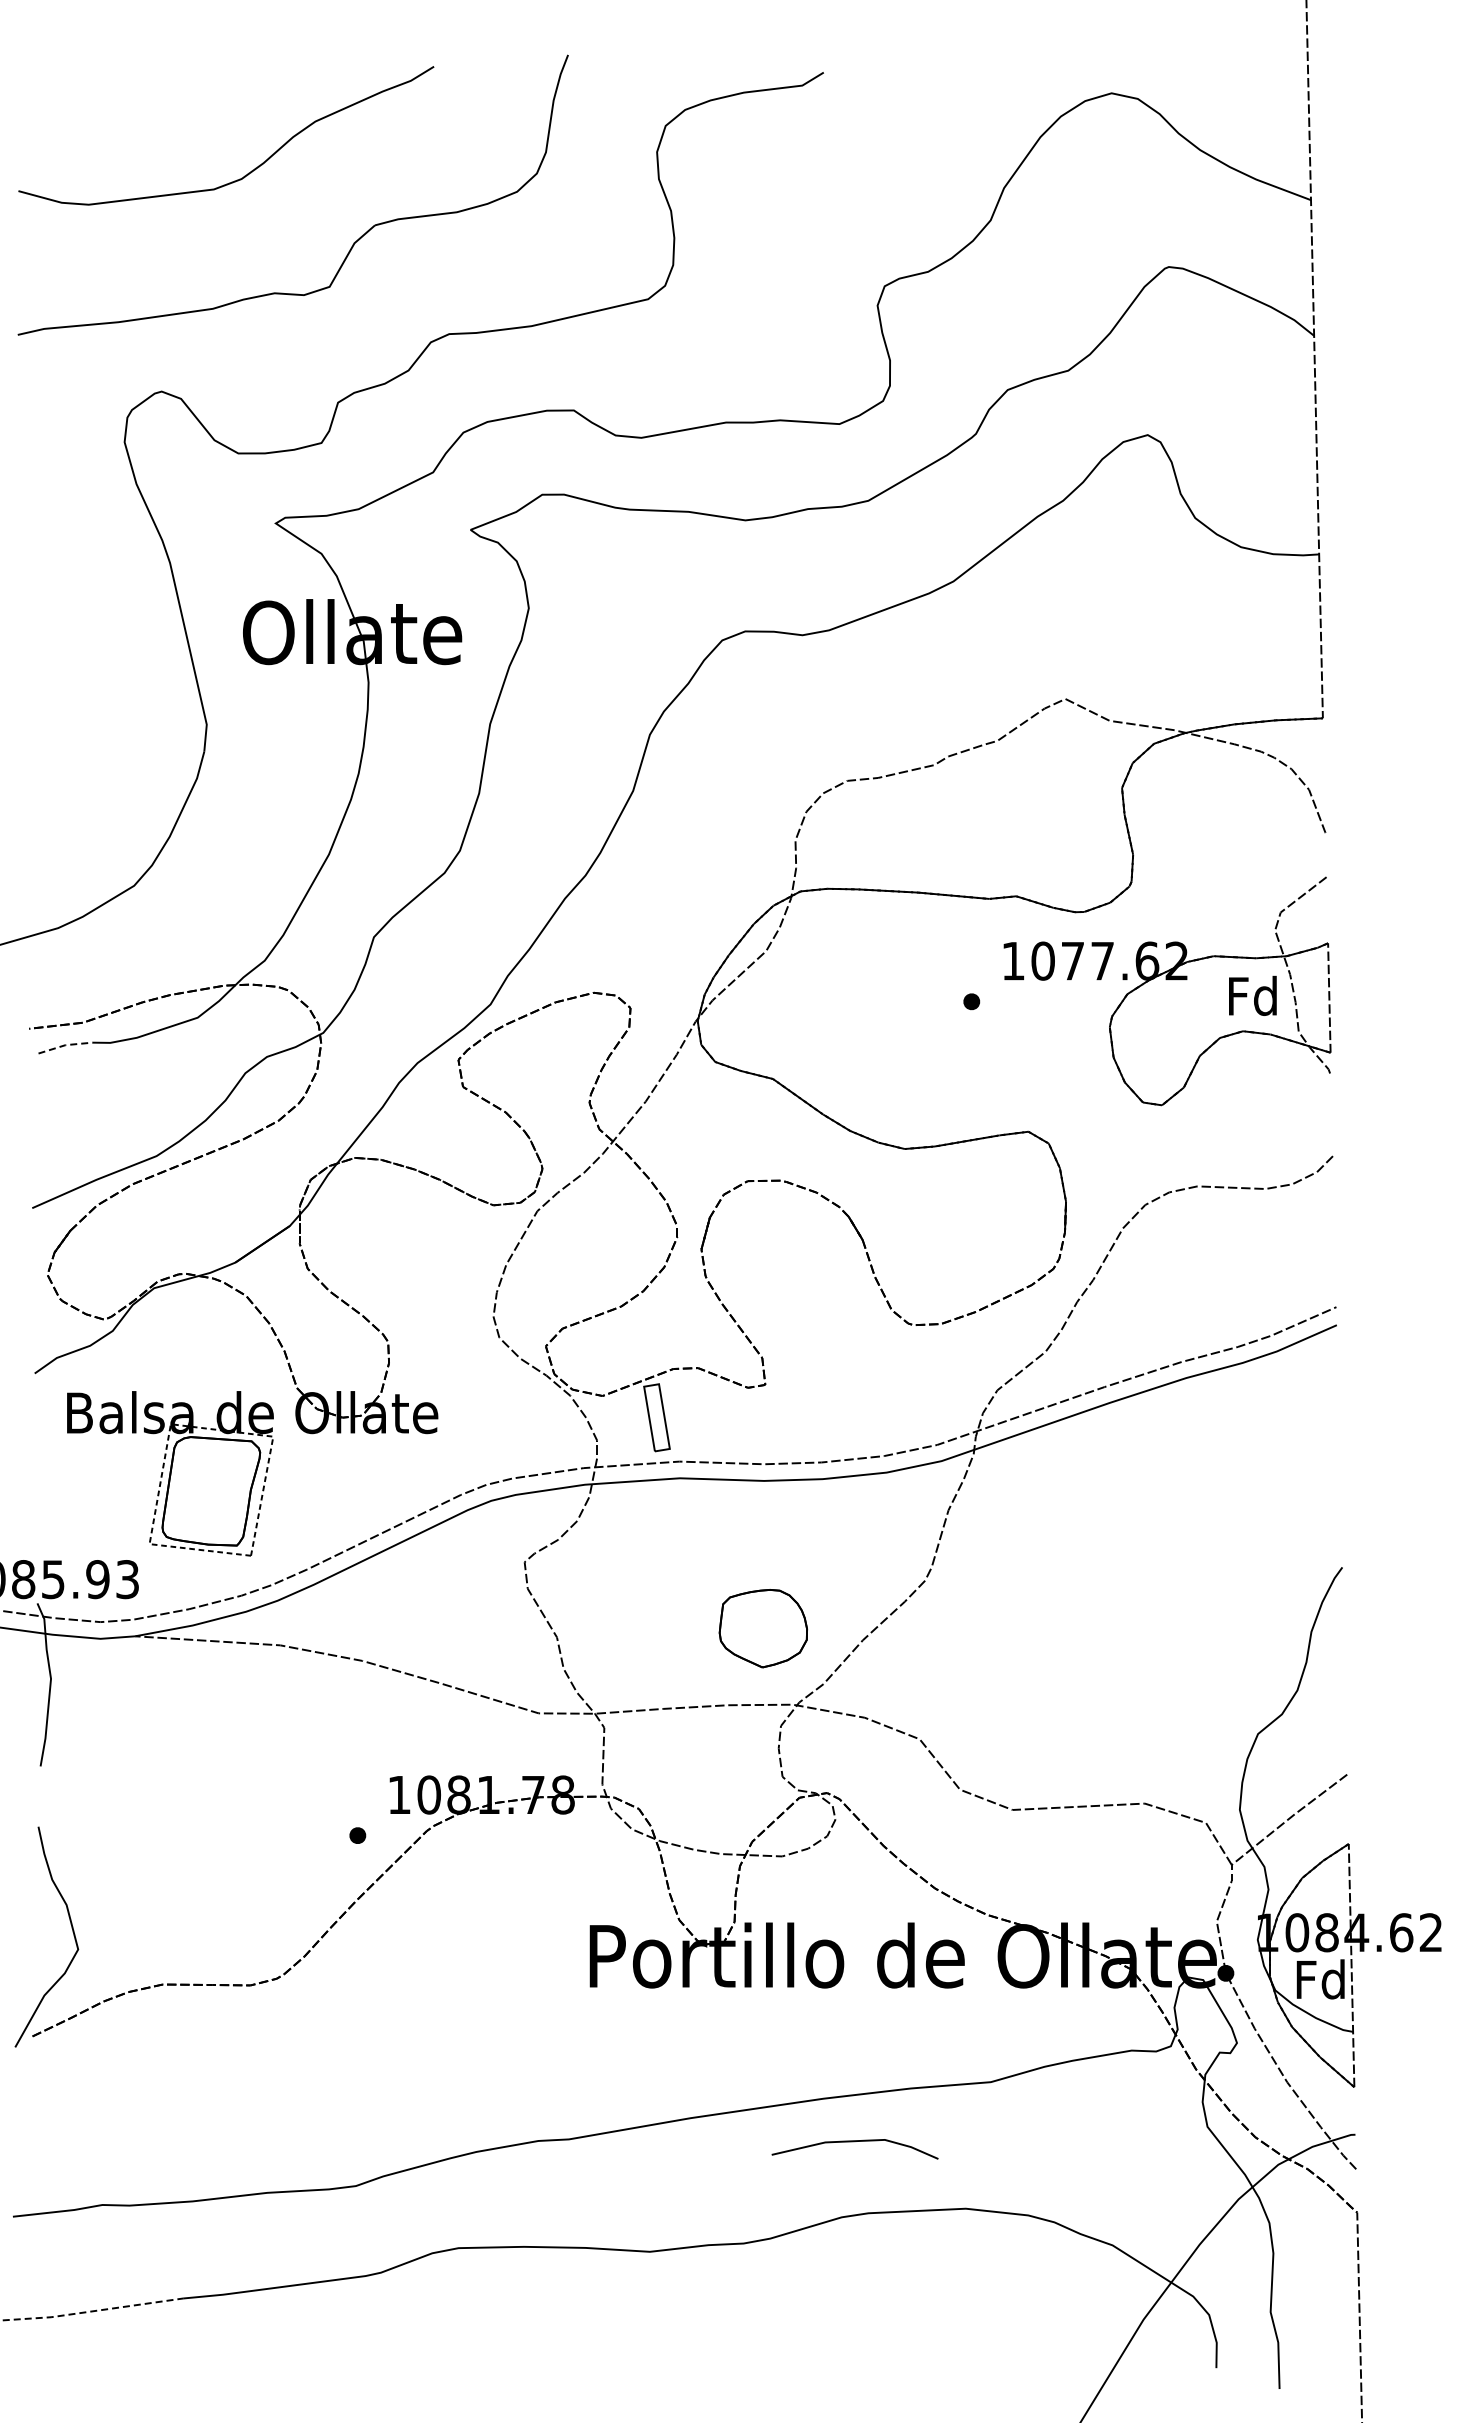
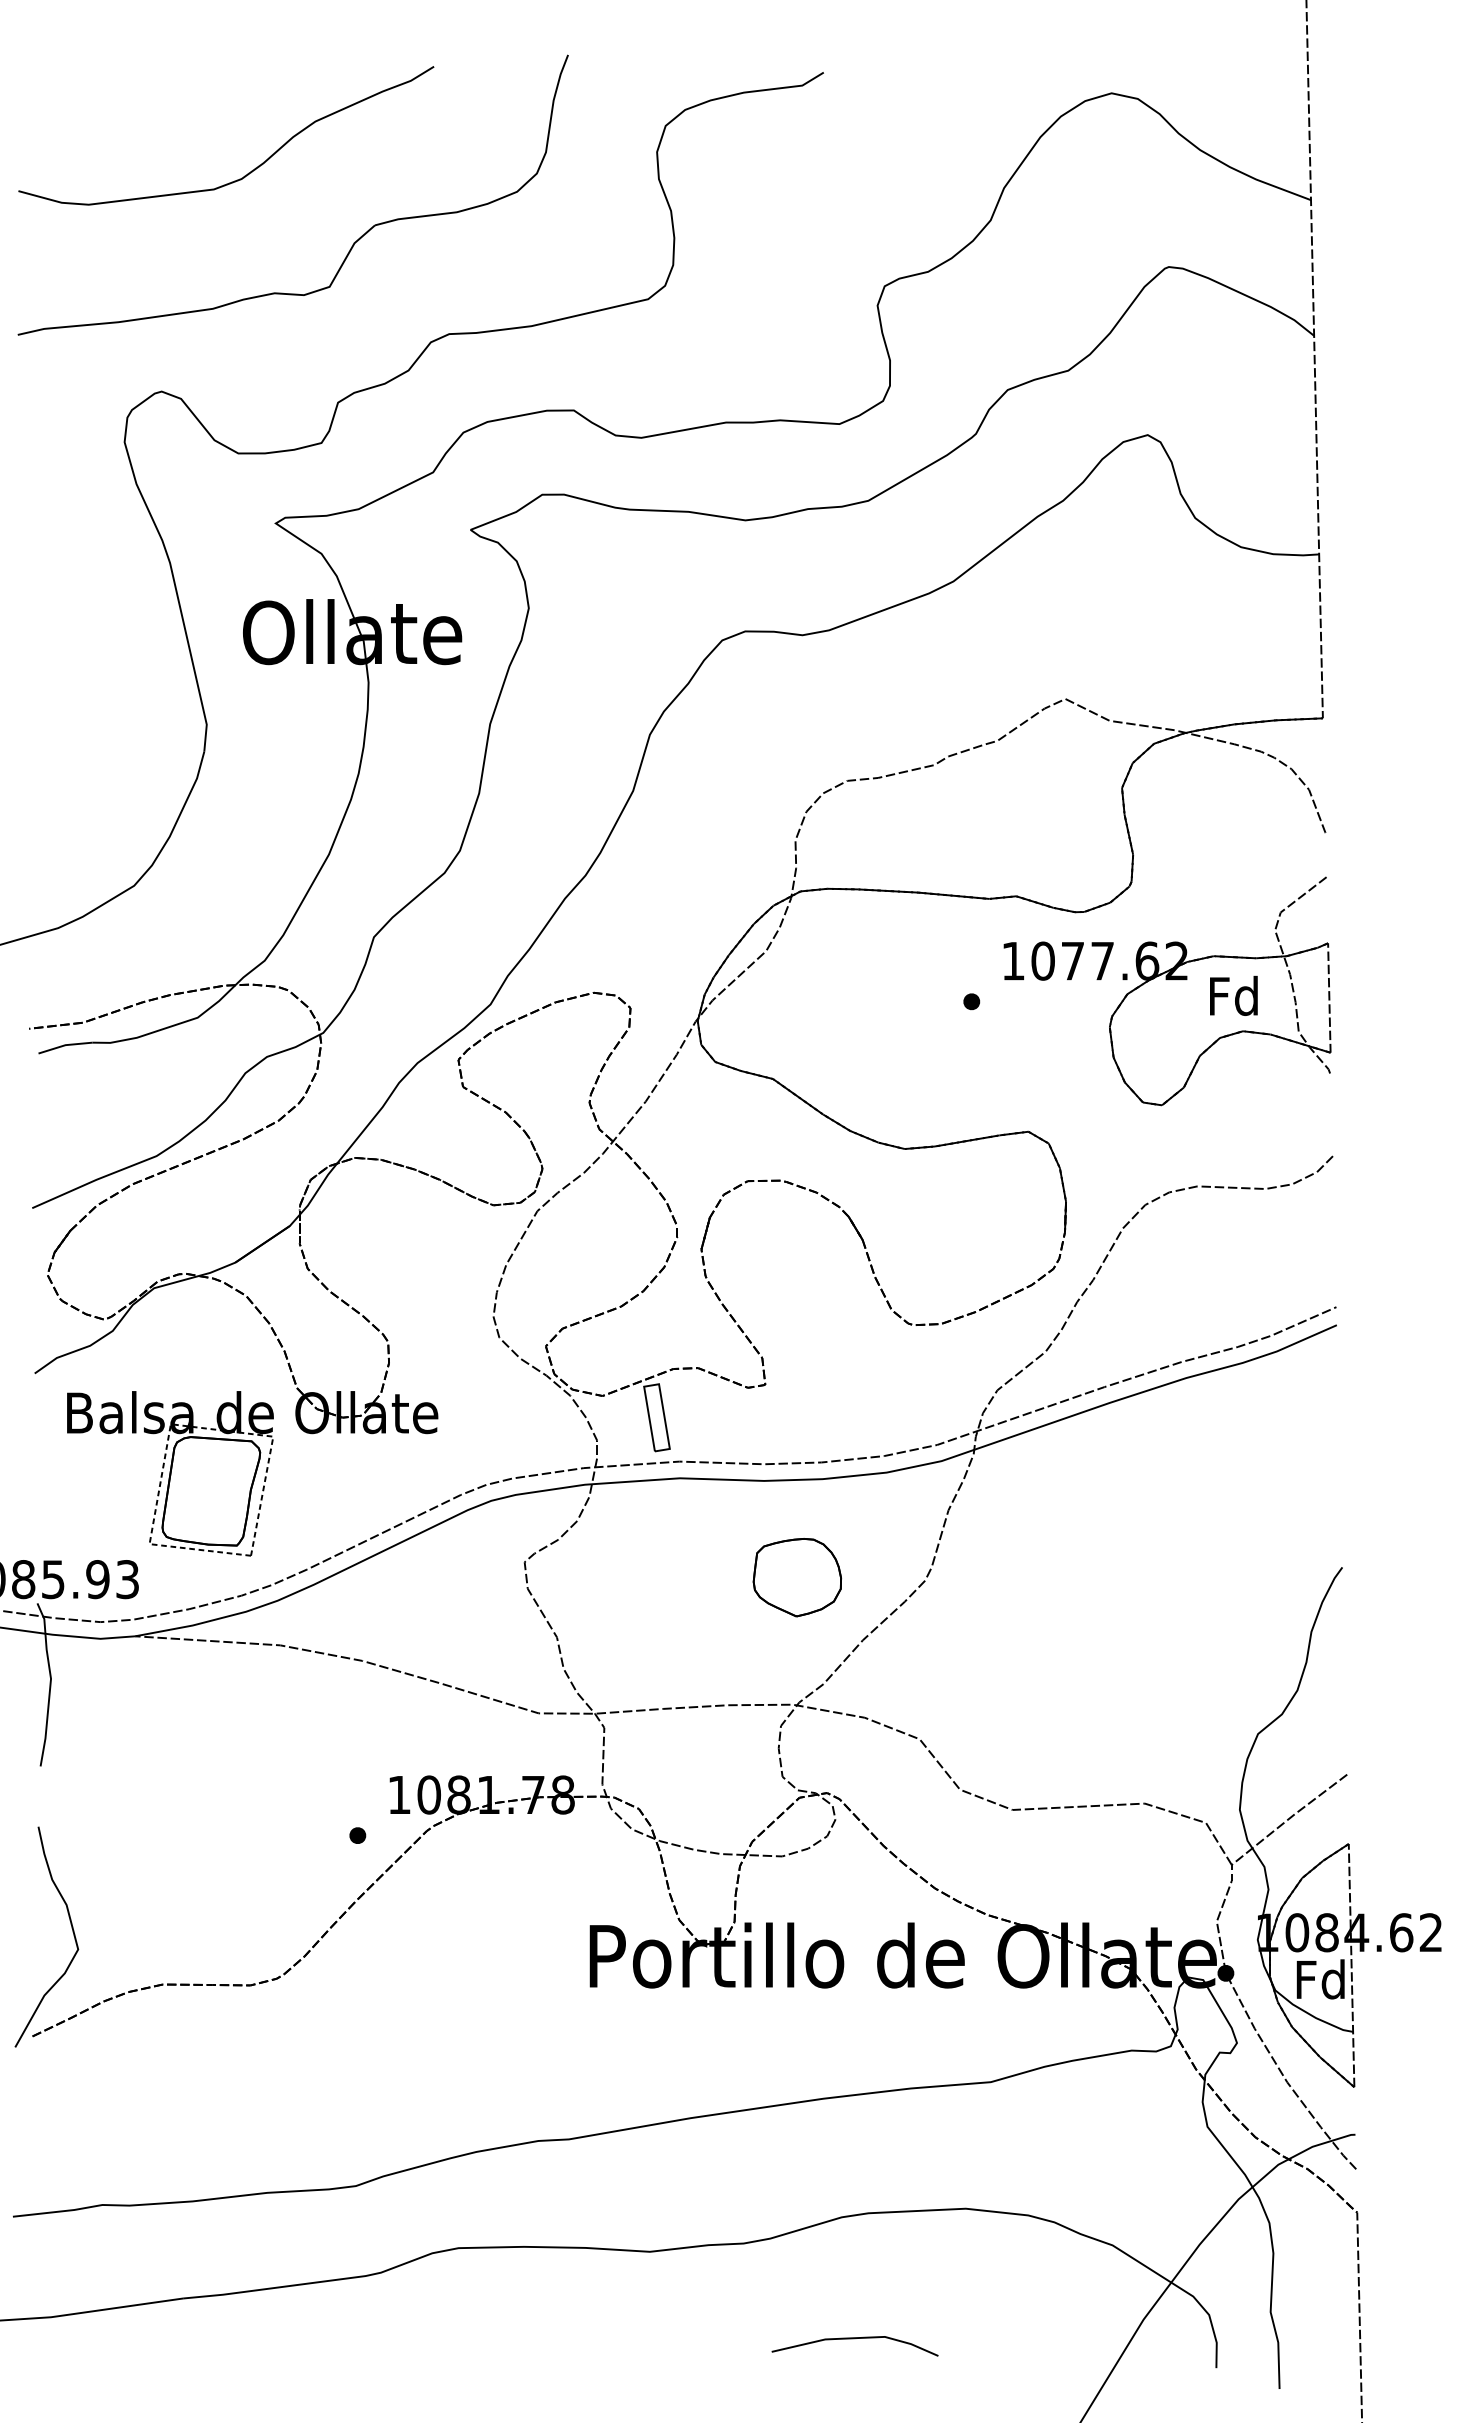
text at (1252, 995) position: (1252, 995) -> (1233, 995)
line at (65, 1045): dashed -> solid
part at (762, 1628) position: (762, 1628) -> (796, 1577)
line at (854, 2142) position: (854, 2142) -> (854, 2339)
line at (91, 2311): dashed -> solid
